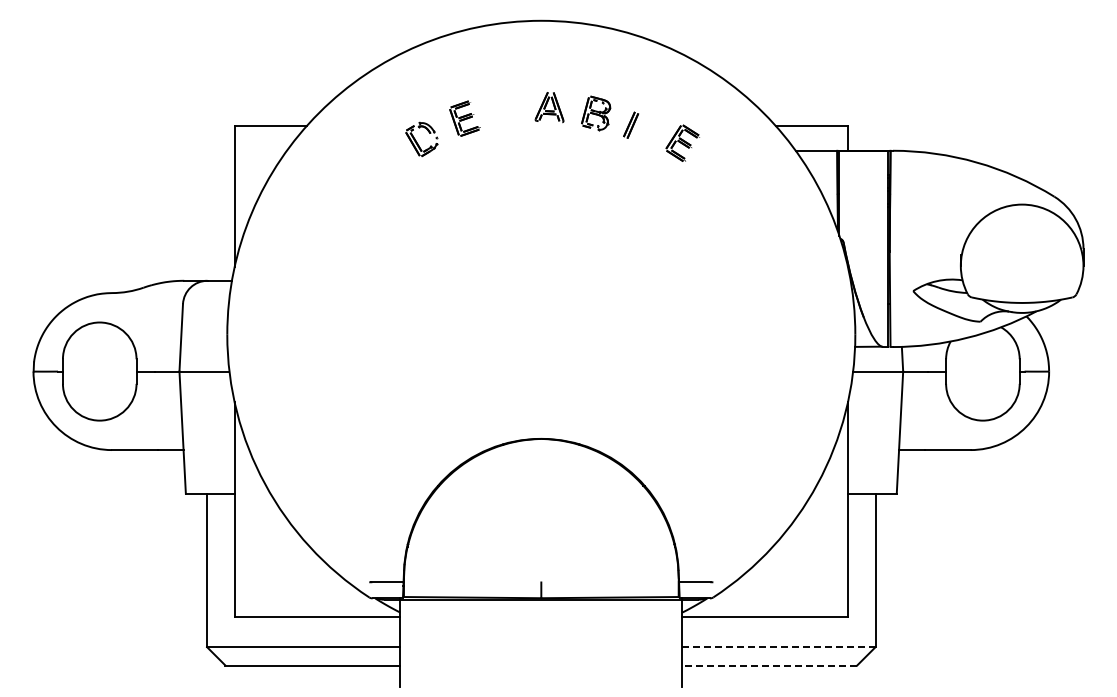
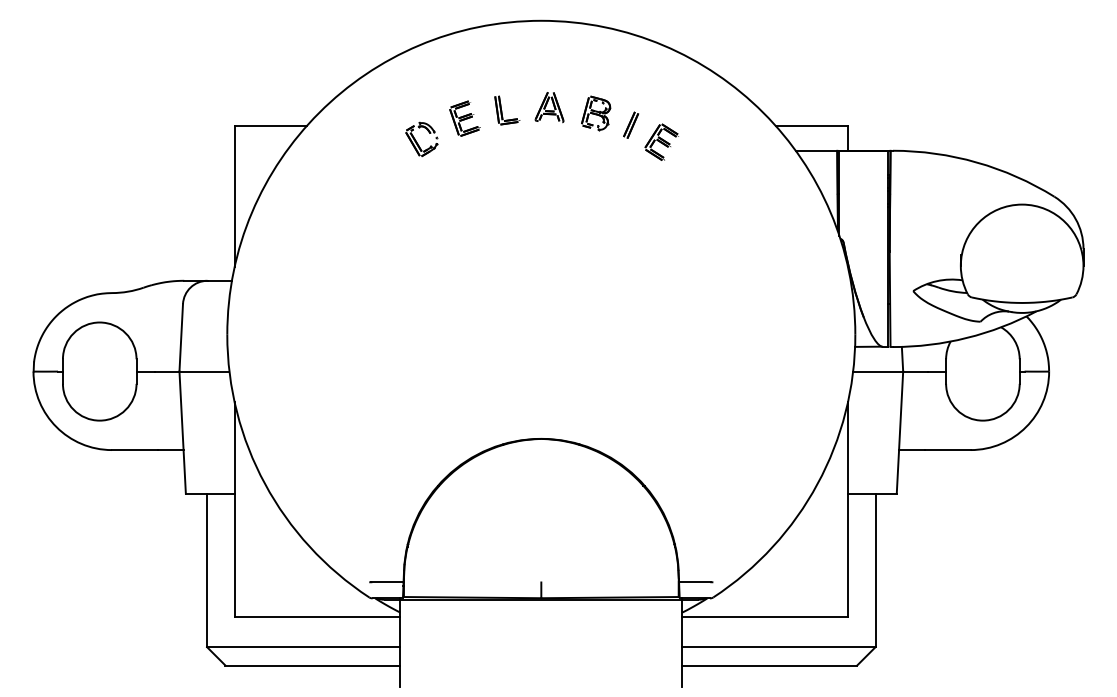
part at (507, 110): none -> present
part at (682, 142) position: (682, 142) -> (661, 141)
line at (778, 647): dashed -> solid
line at (769, 665): dashed -> solid
